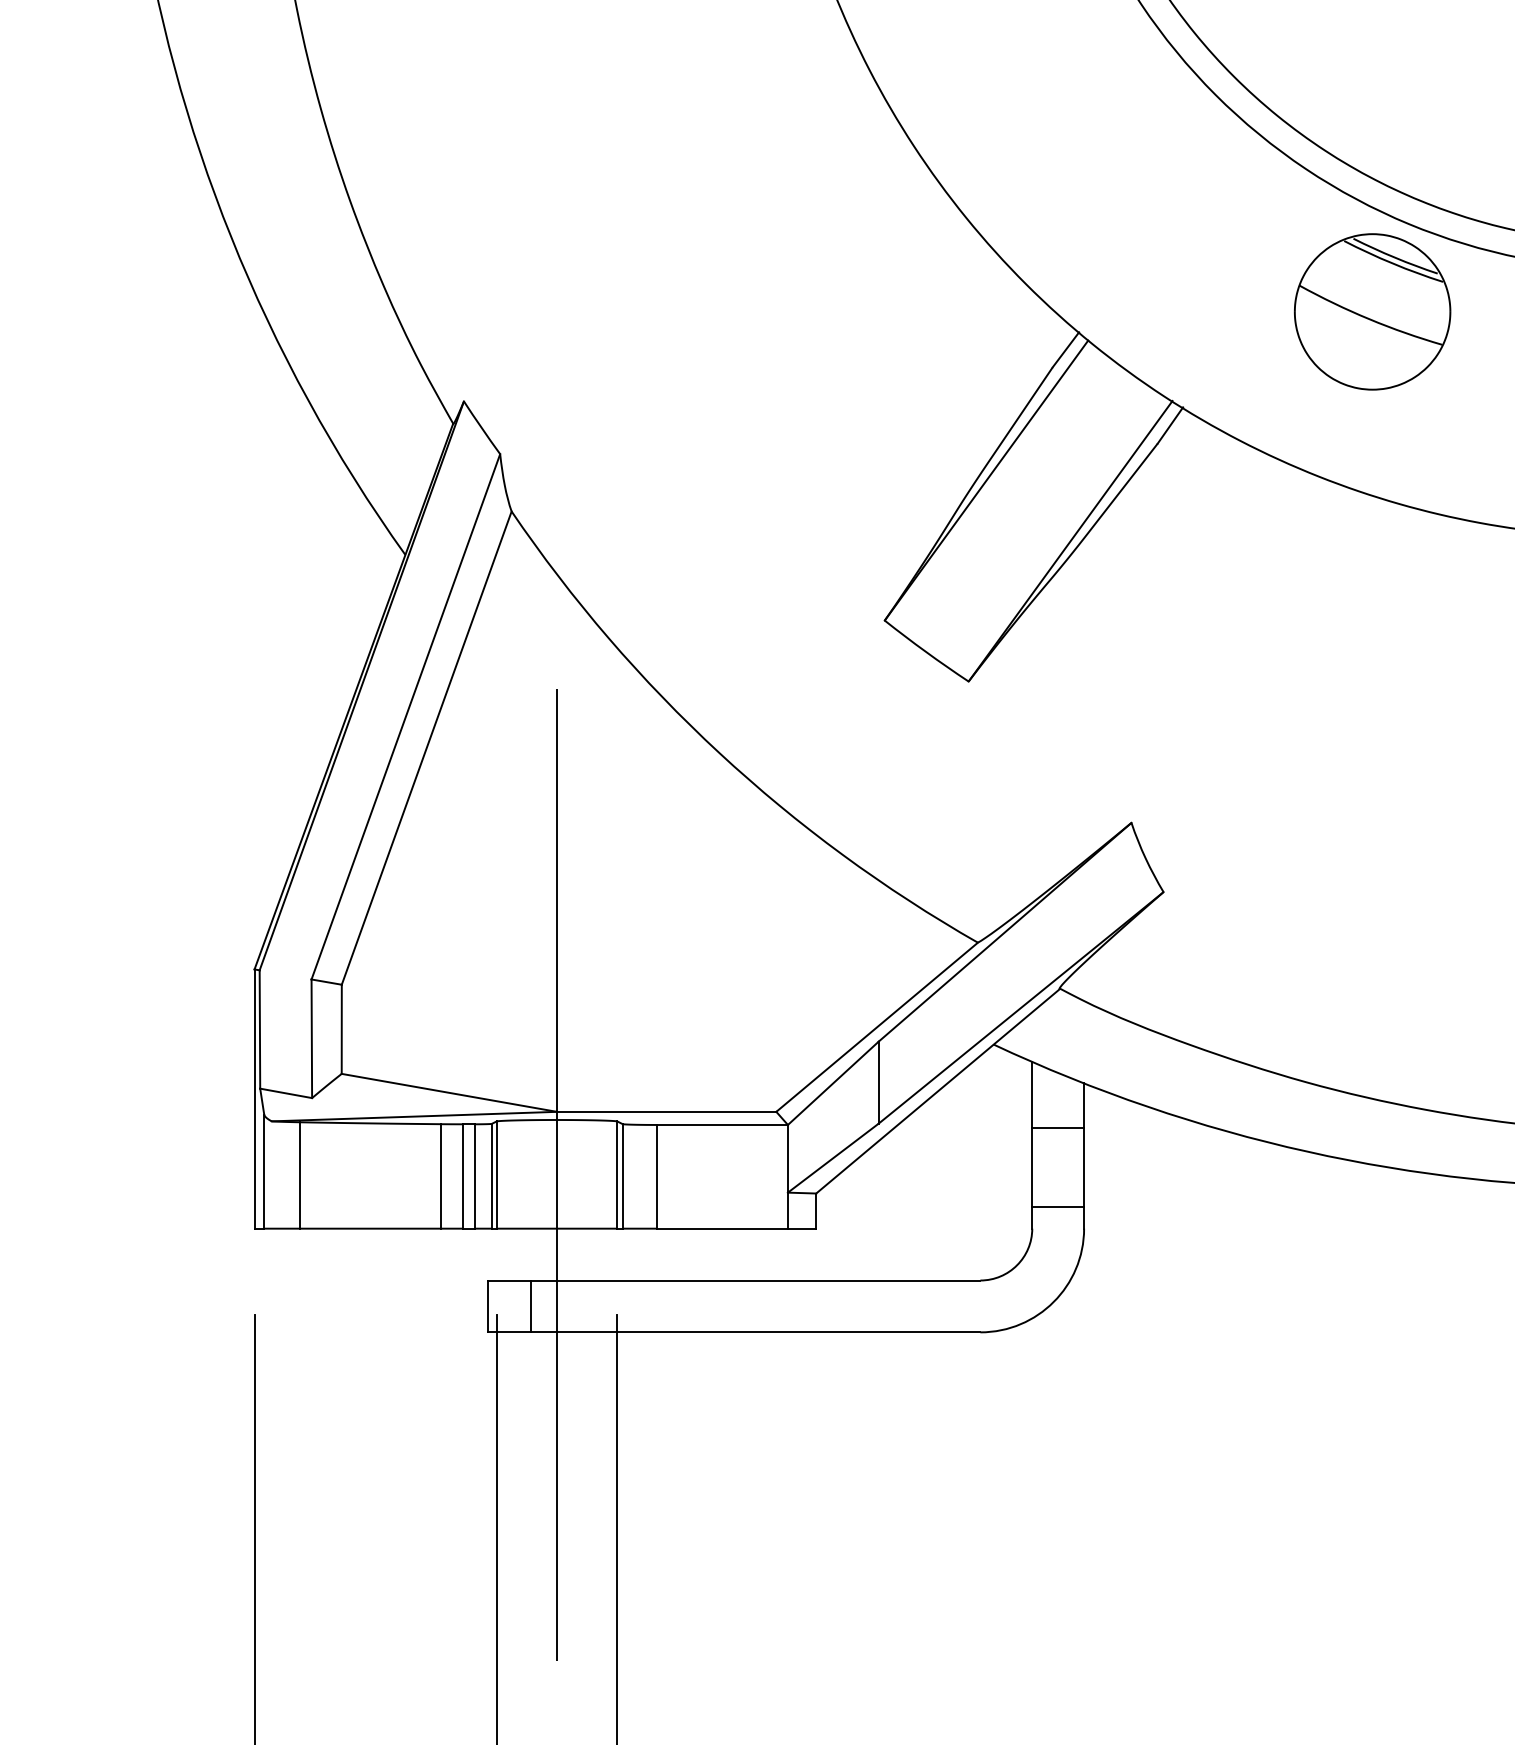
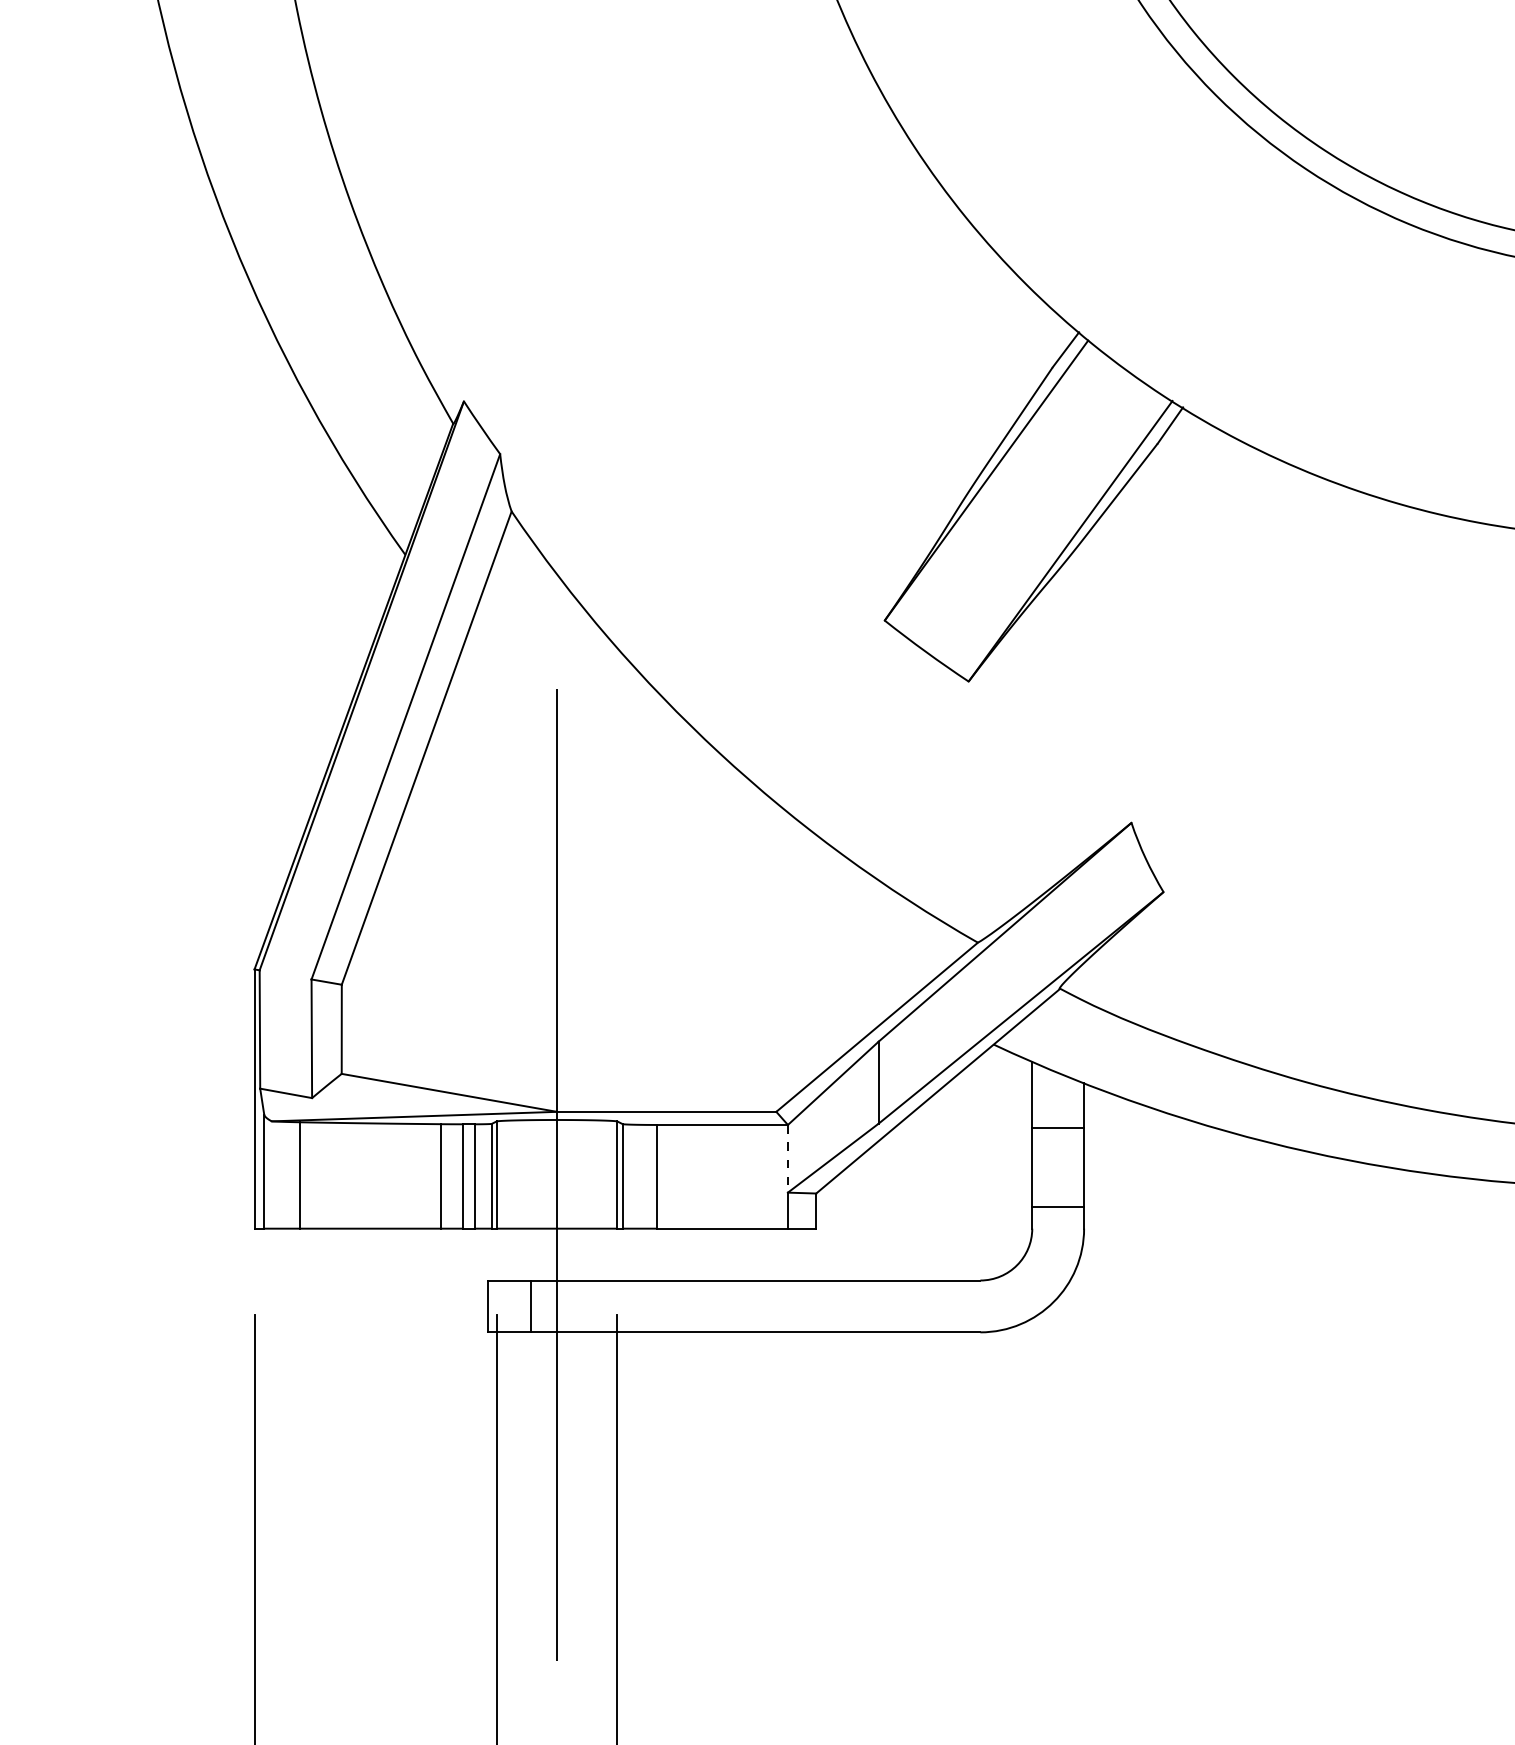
part at (1372, 311): present -> none
line at (787, 1158): solid -> dashed
